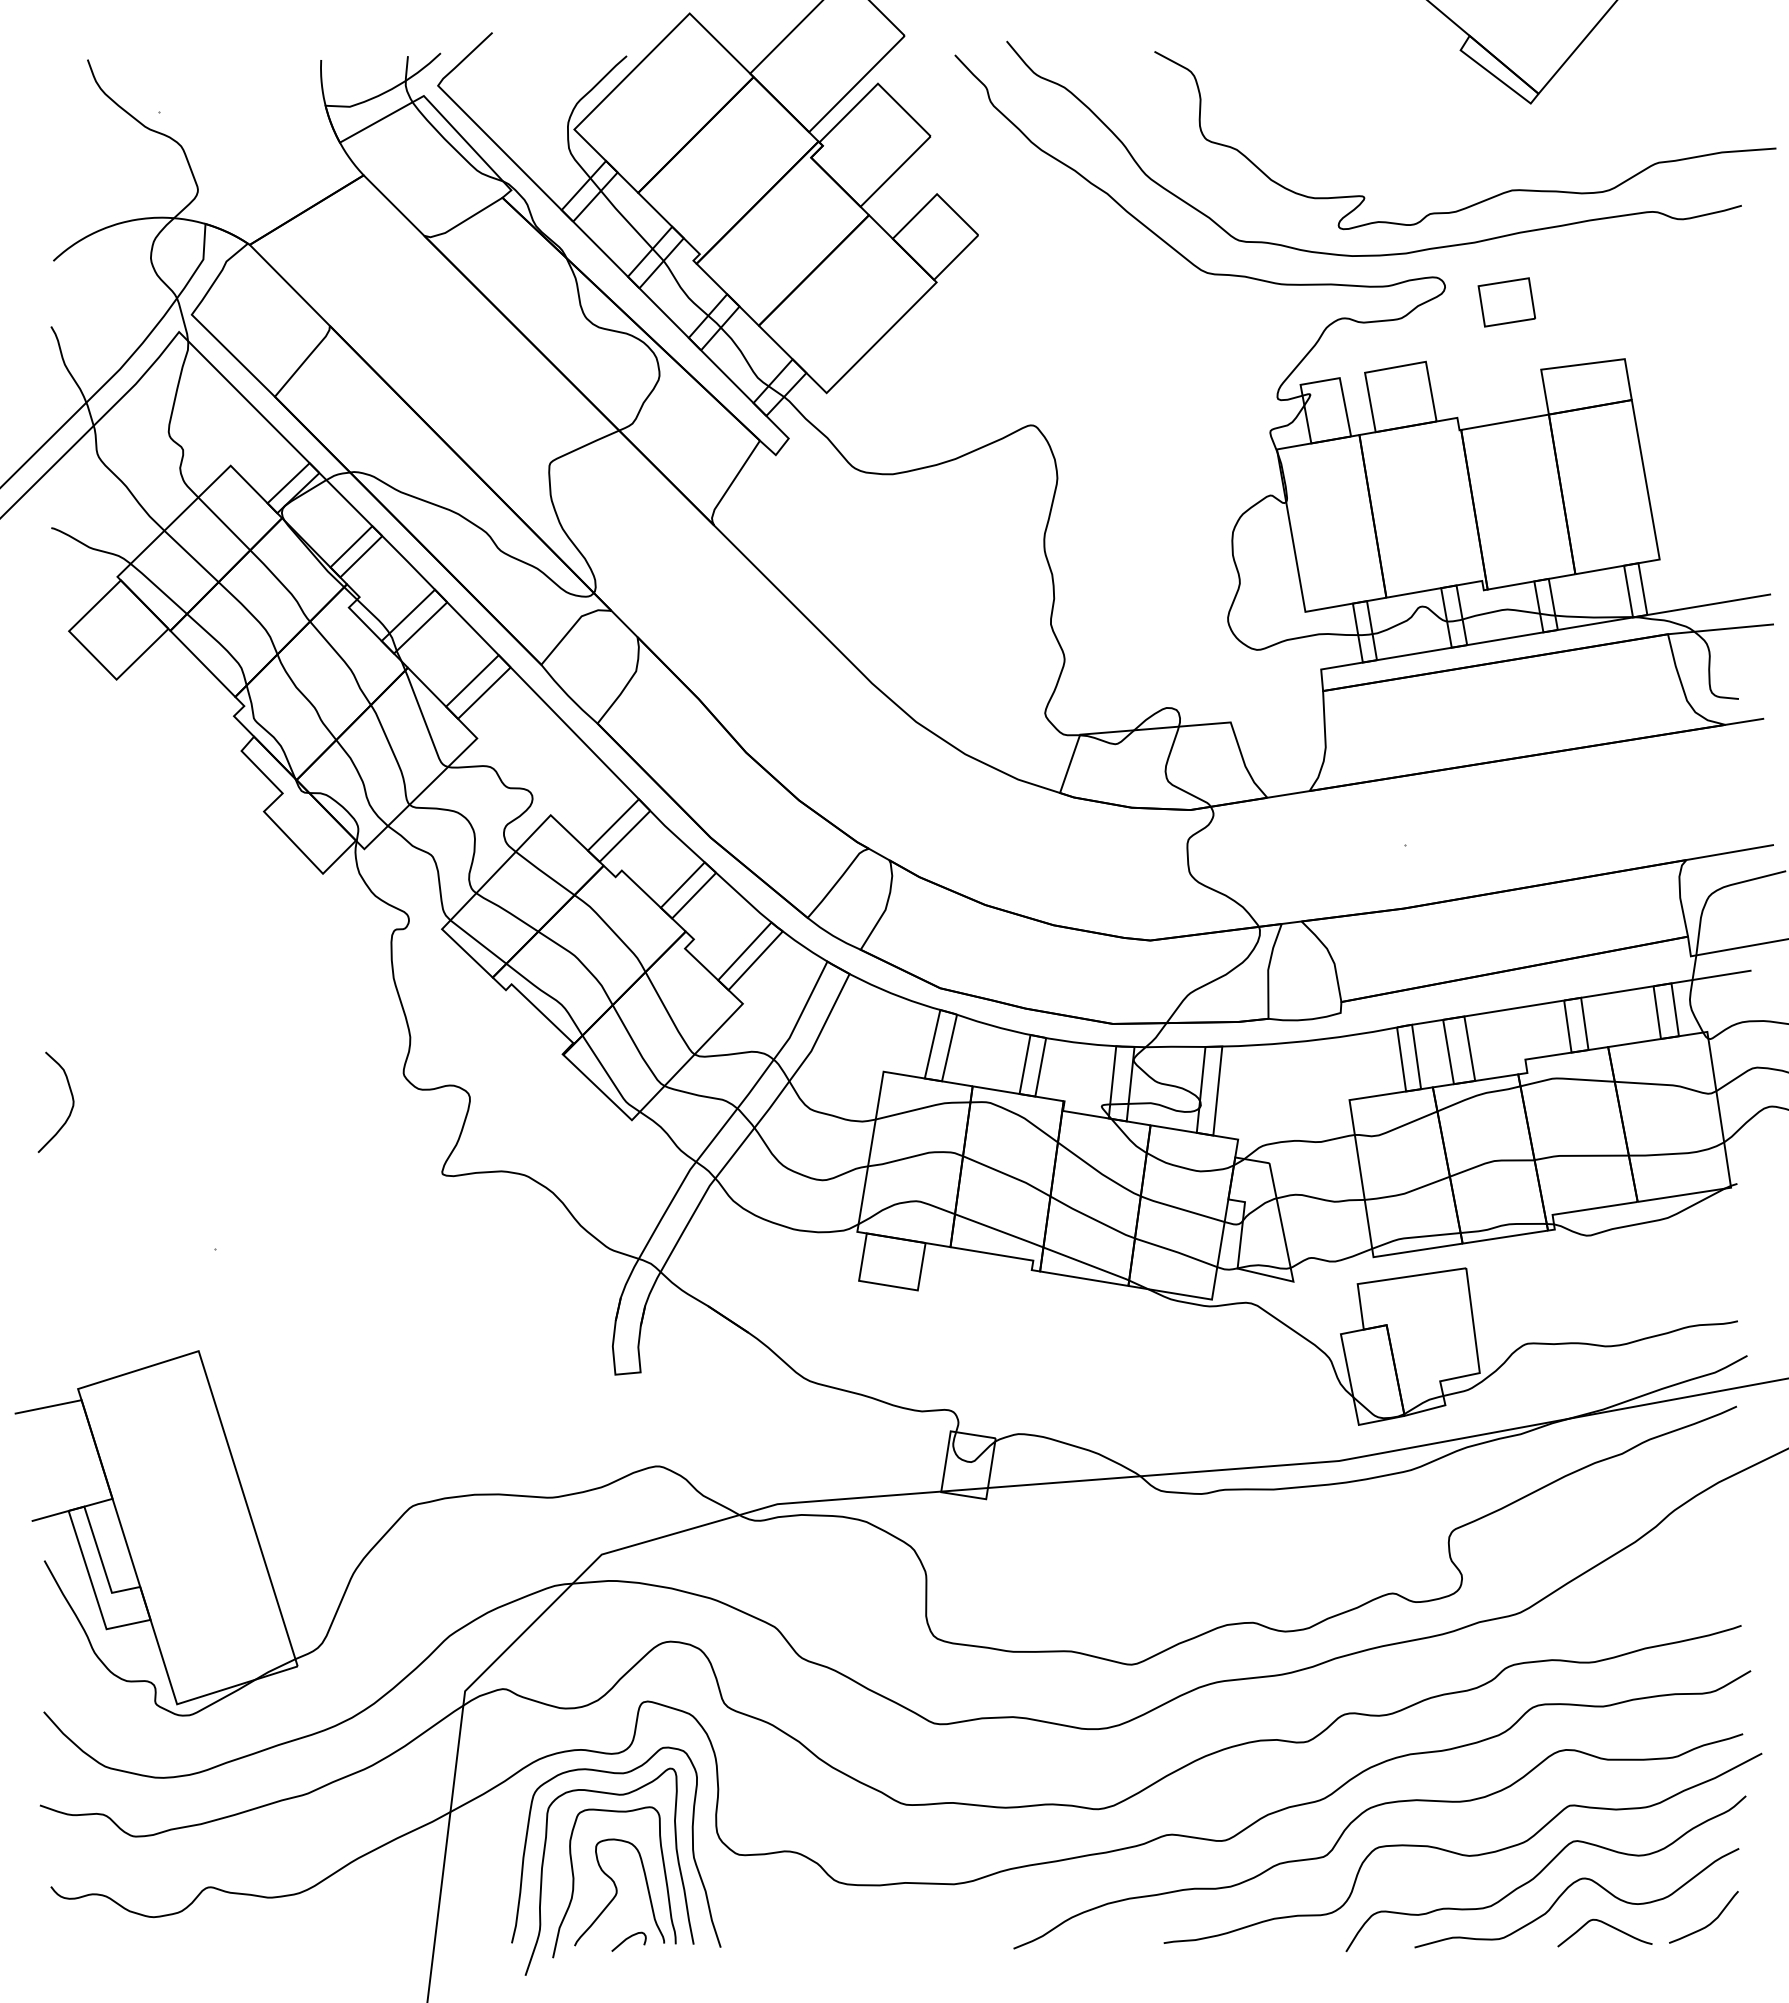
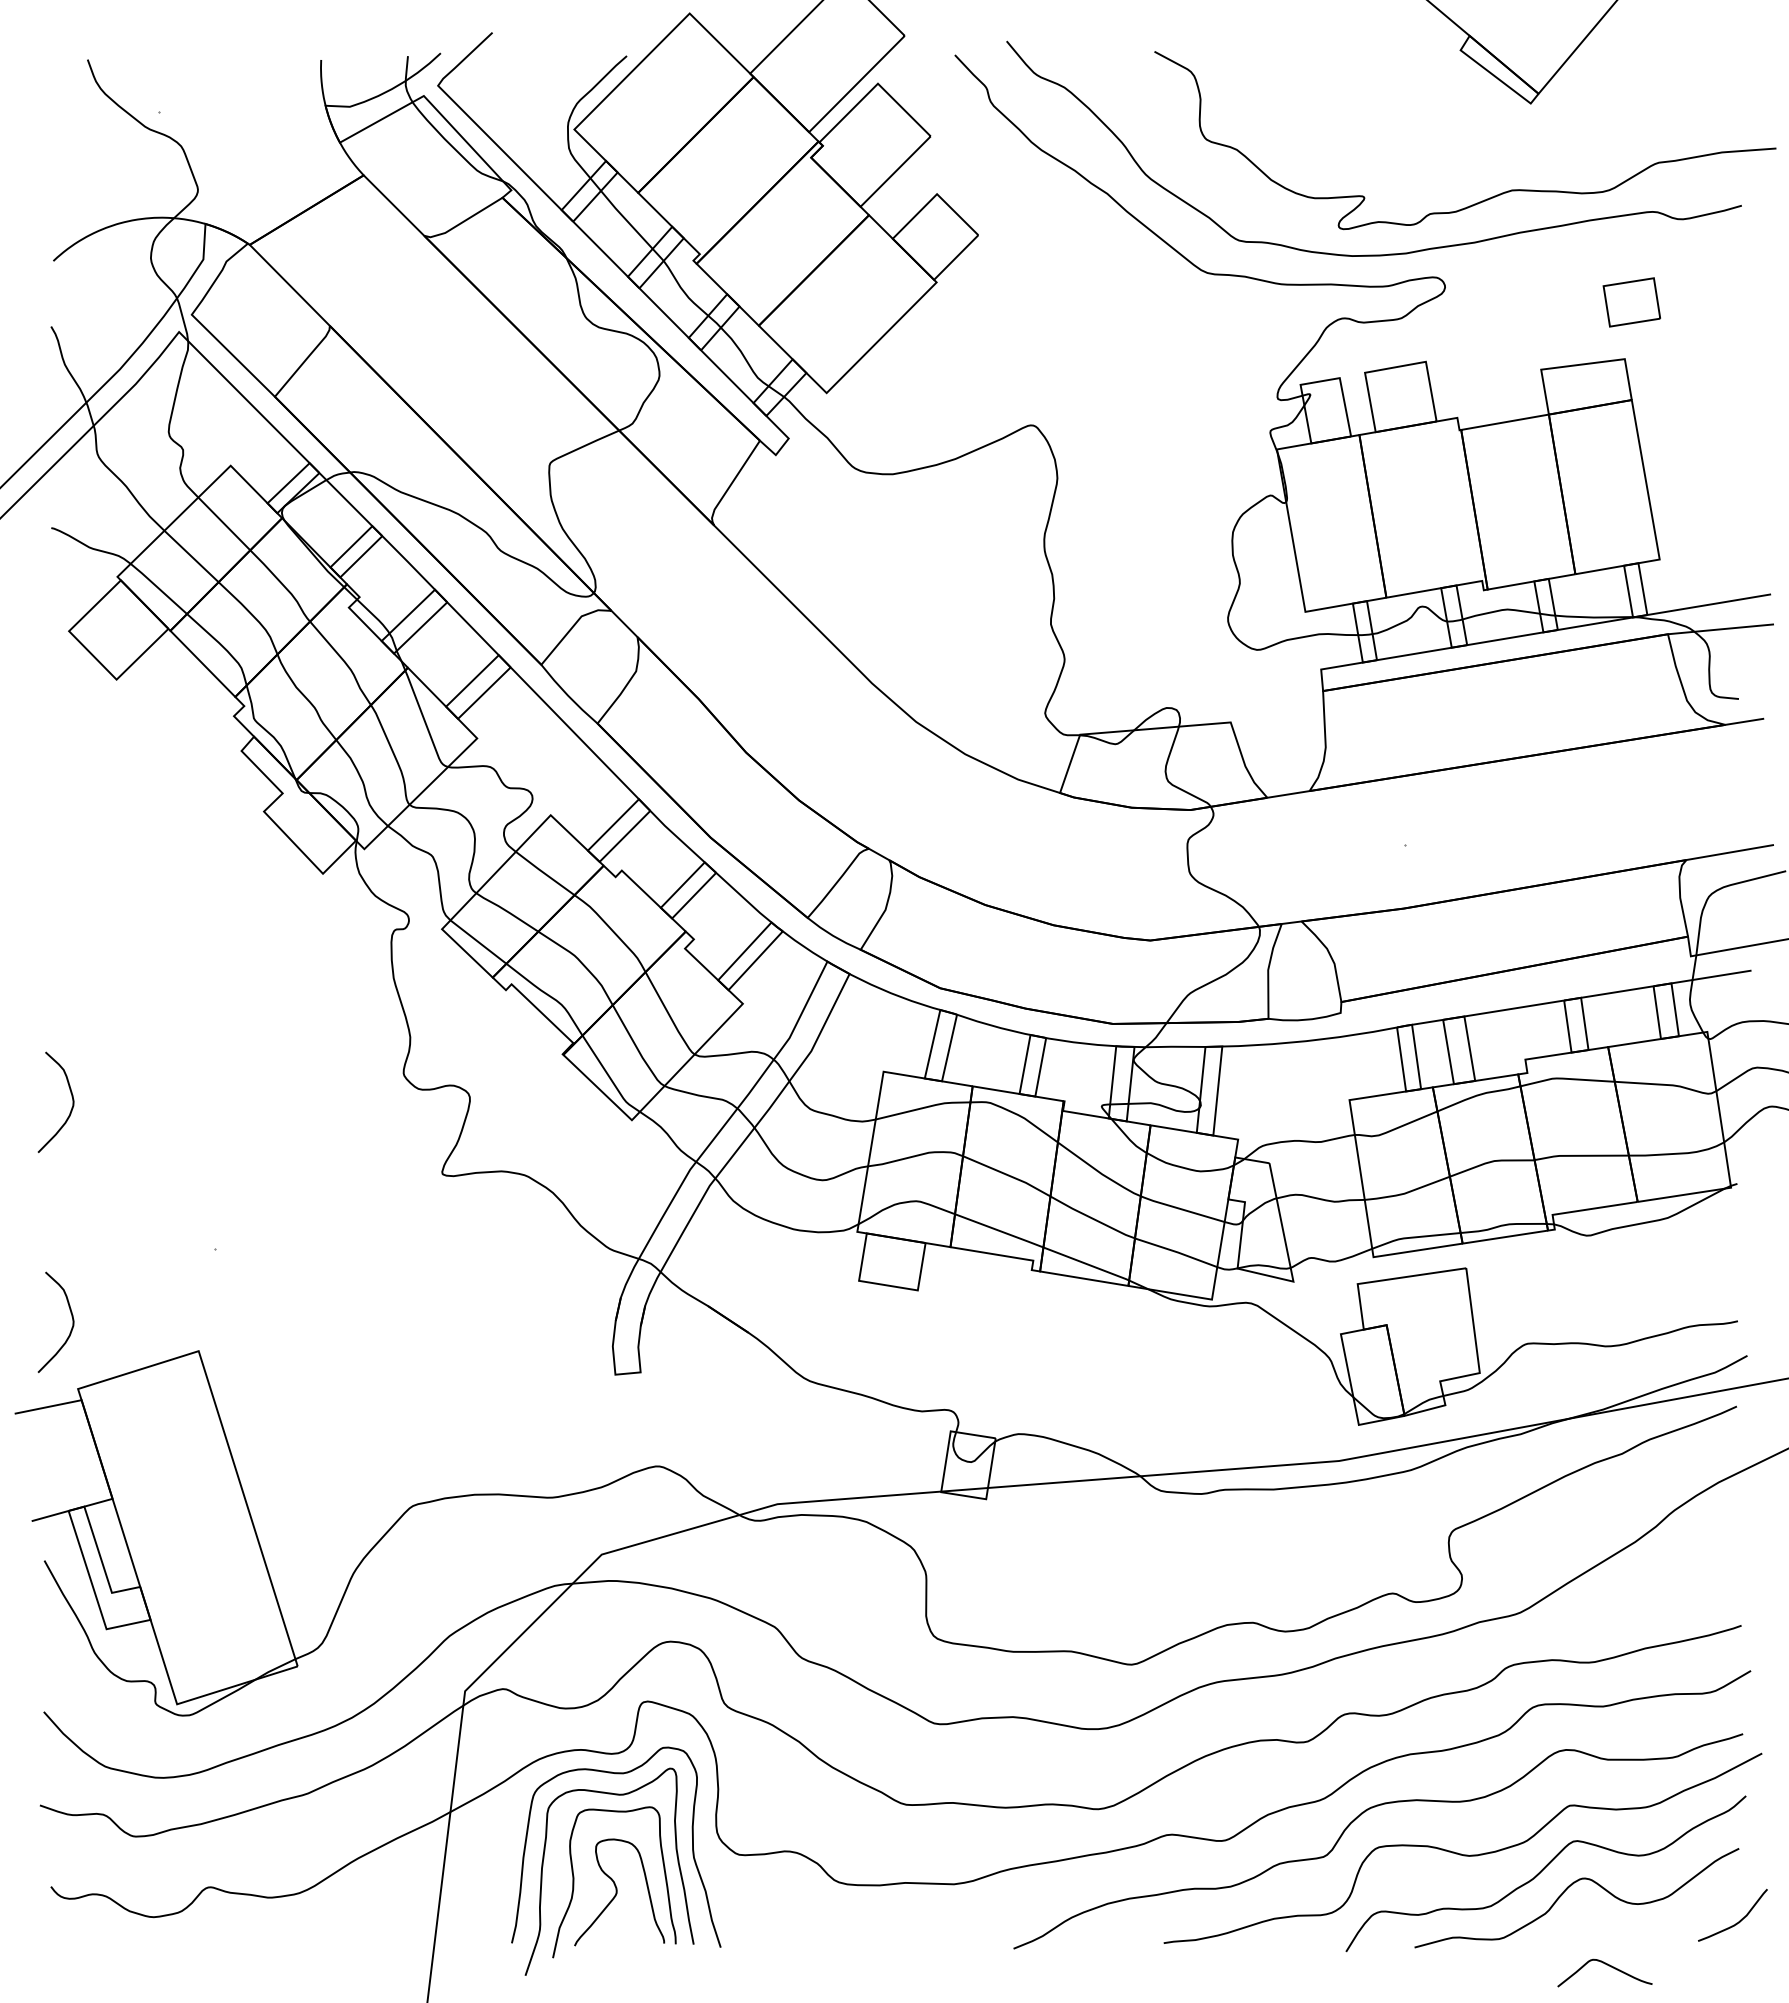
part at (1506, 302) position: (1506, 302) -> (1631, 302)
curve at (71, 1317): none -> present
curve at (1707, 1924) position: (1707, 1924) -> (1736, 1922)
curve at (1608, 1926) position: (1608, 1926) -> (1608, 1966)
curve at (627, 1939): present -> none
